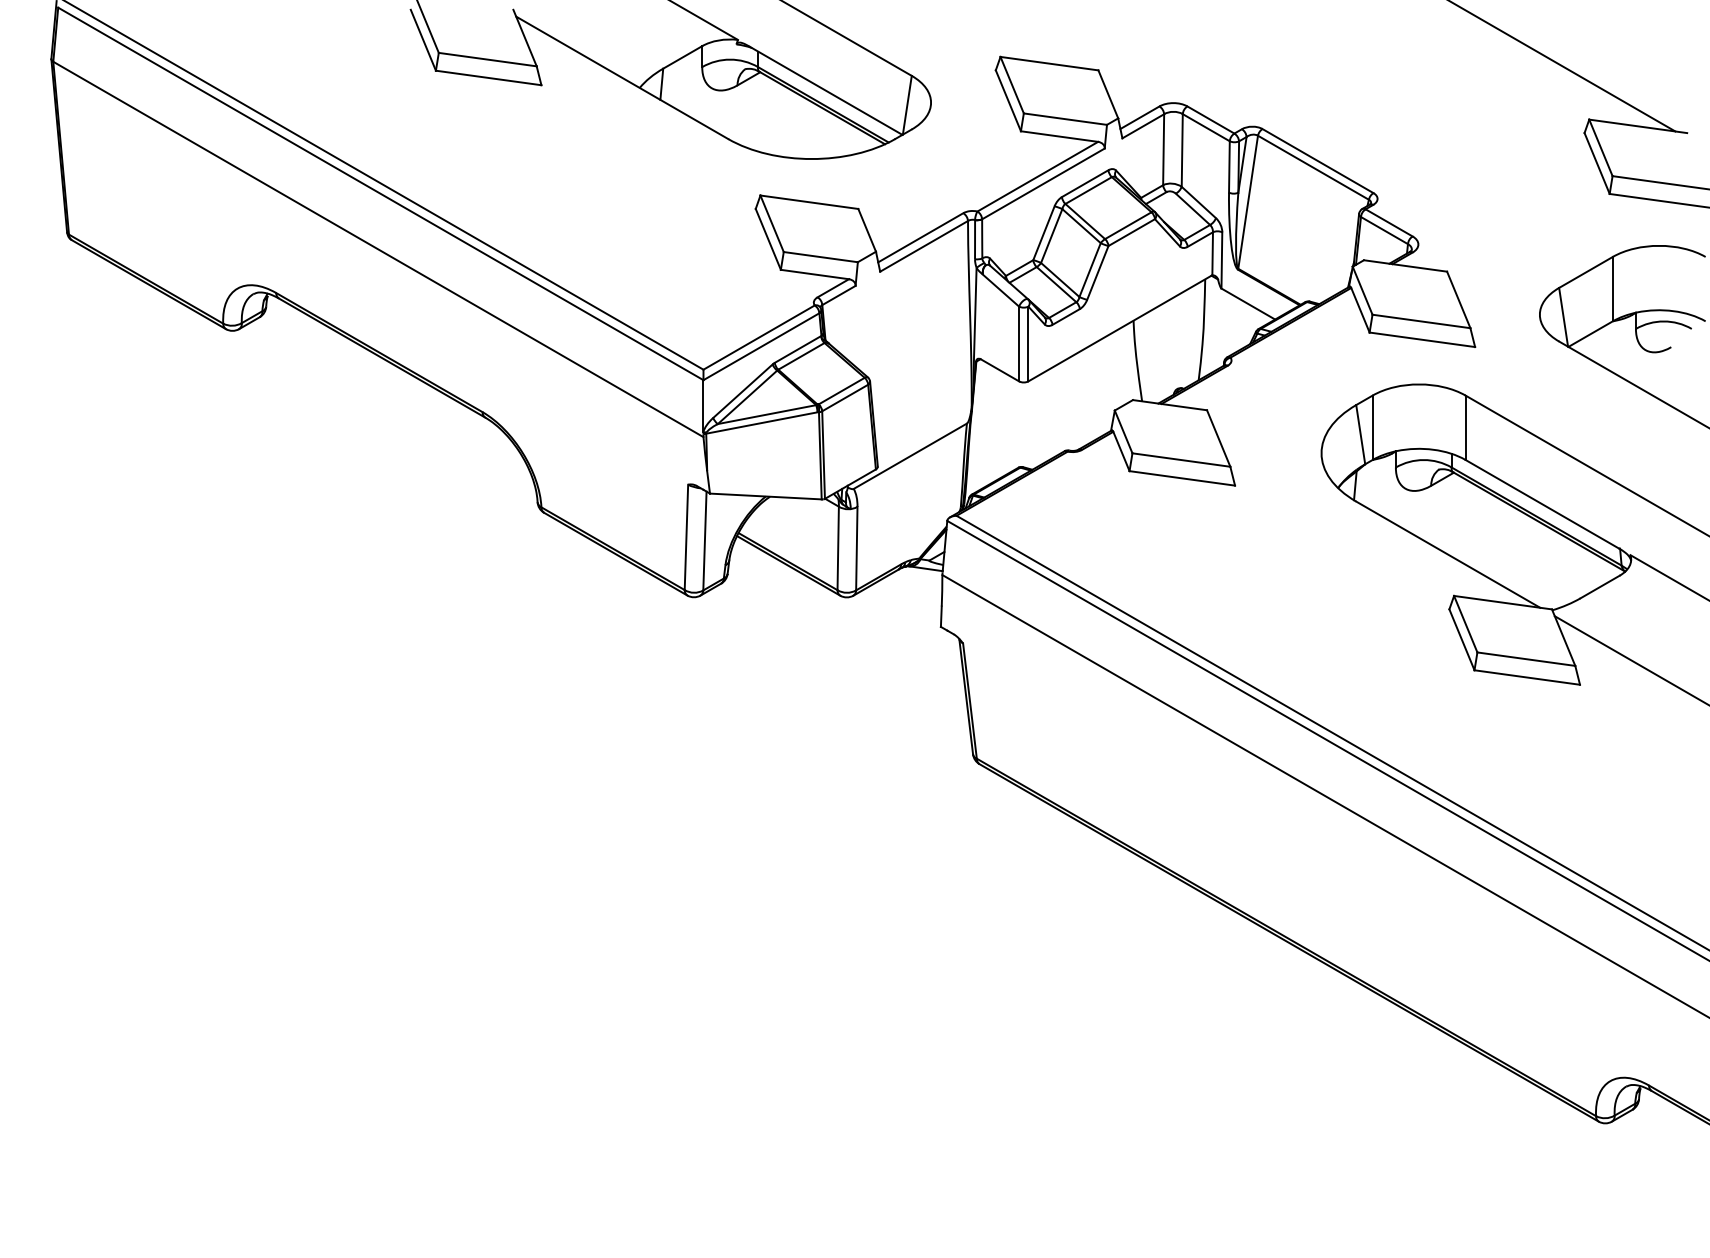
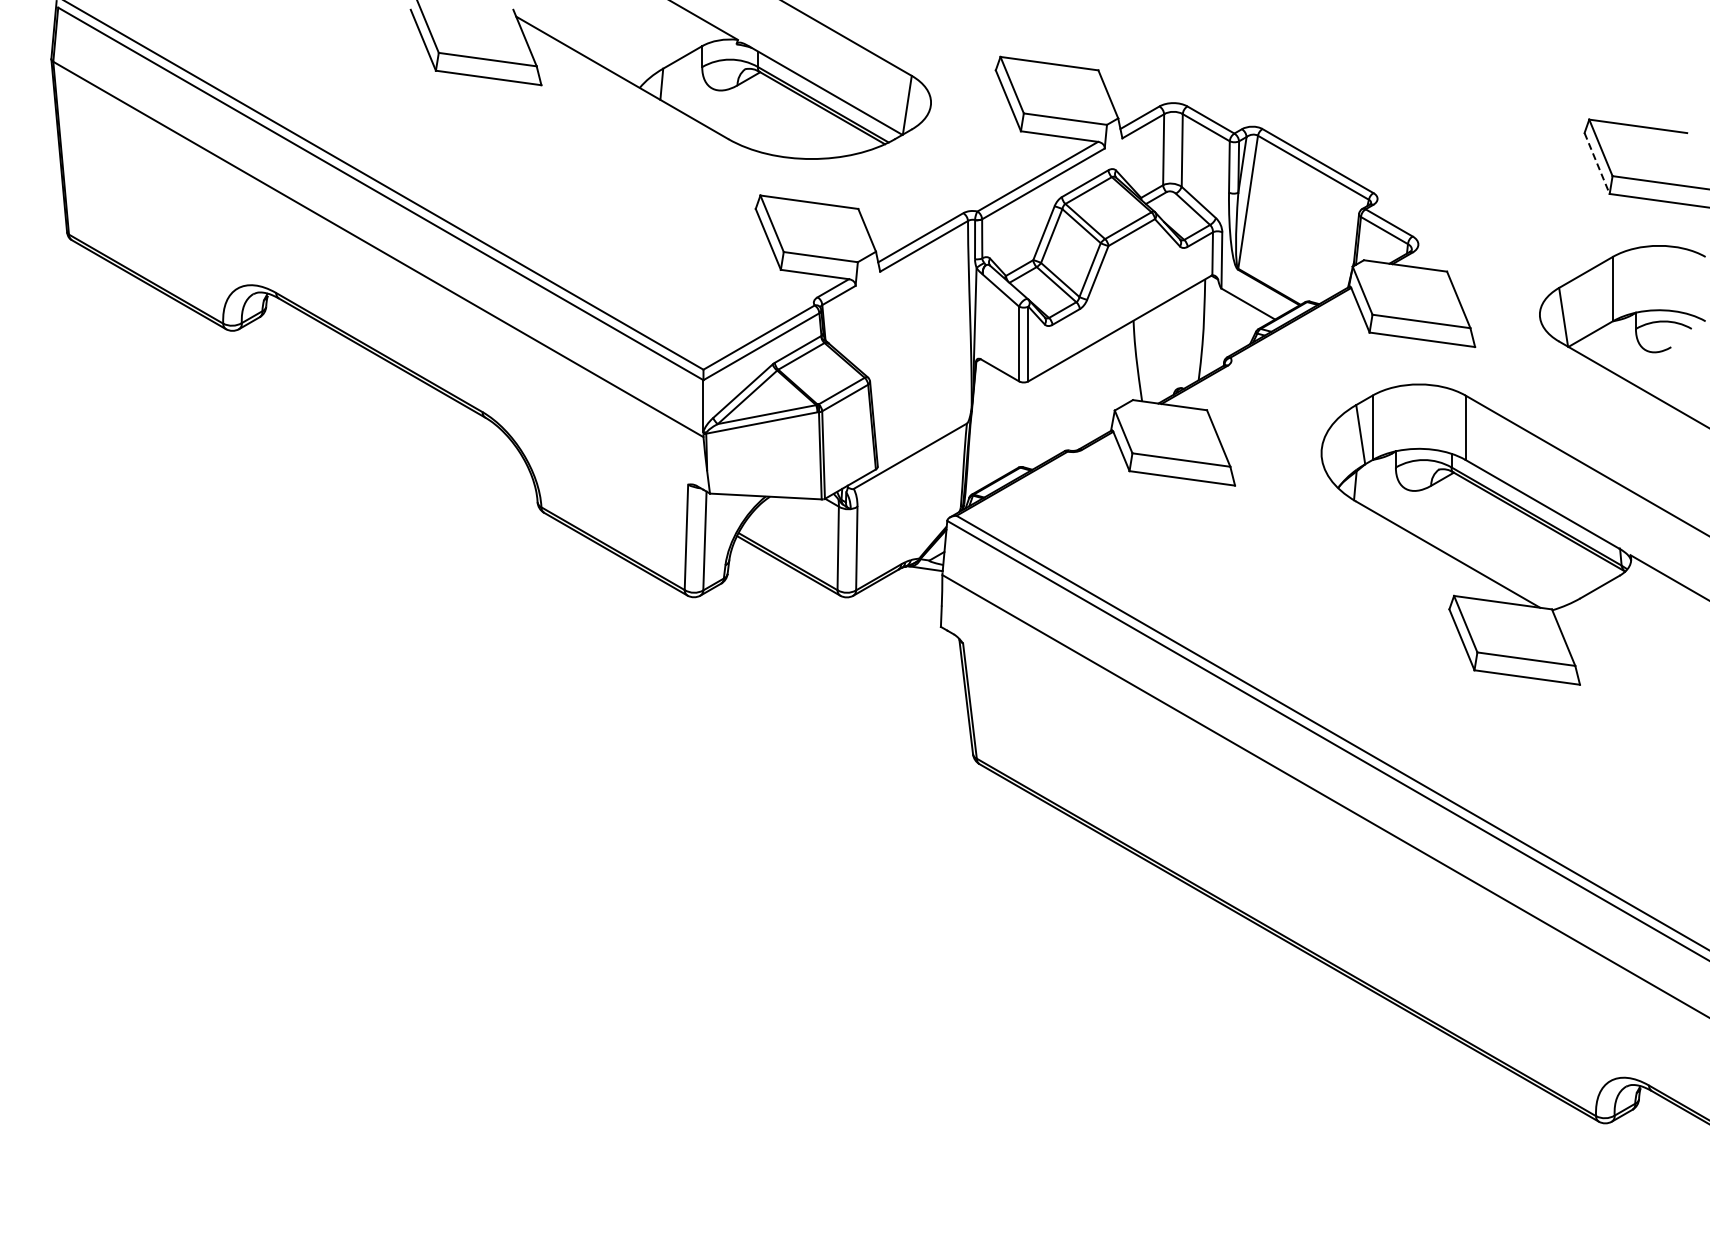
line at (1563, 66): present -> none
line at (1597, 163): solid -> dashed
line at (1630, 659): present -> none
